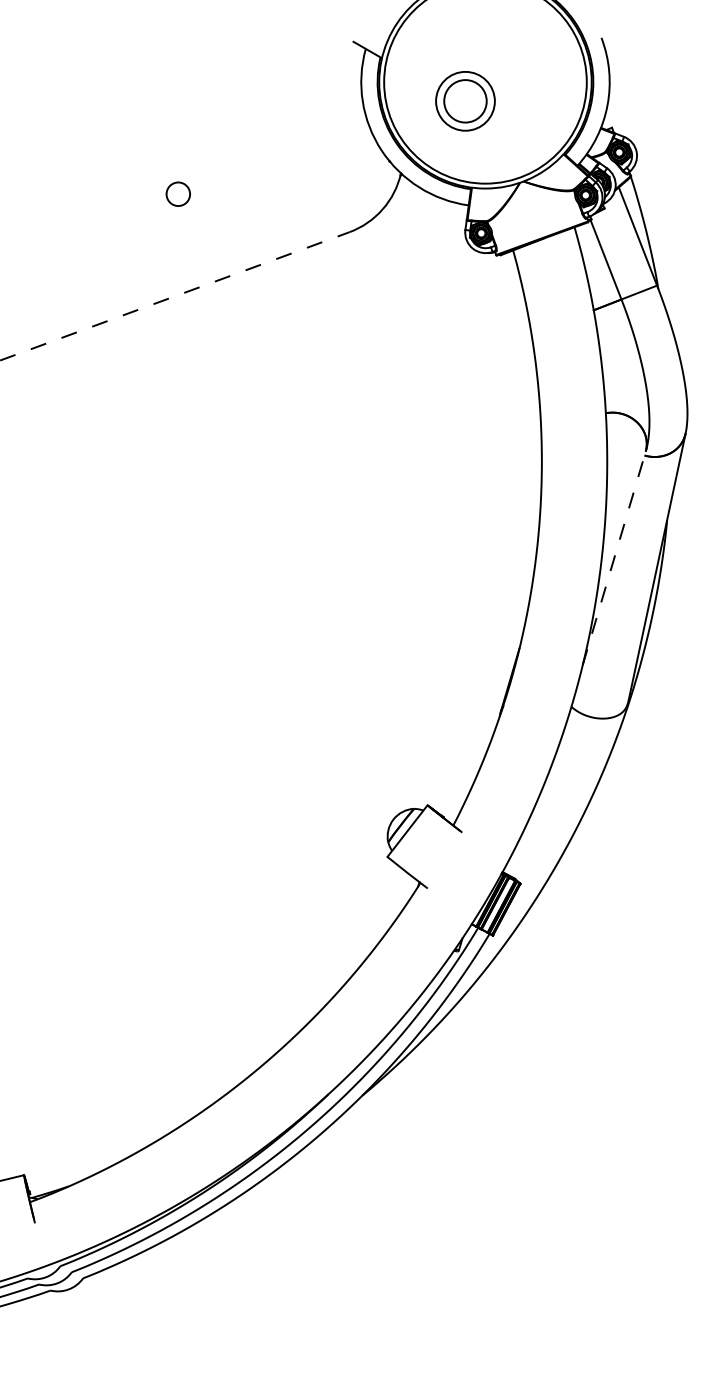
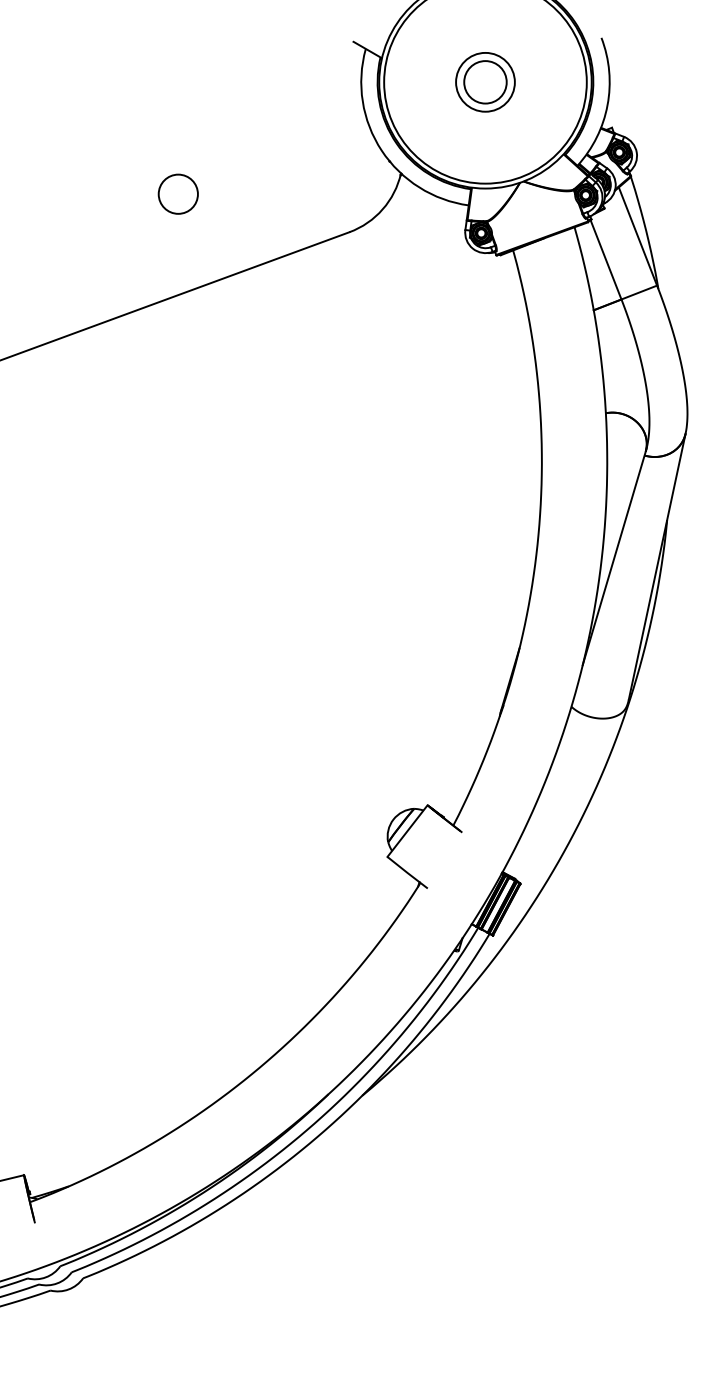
part at (465, 101) position: (465, 101) -> (485, 82)
circle at (178, 194) diameter: 24 px -> 39 px
line at (174, 296): dashed -> solid
line at (614, 557): dashed -> solid
